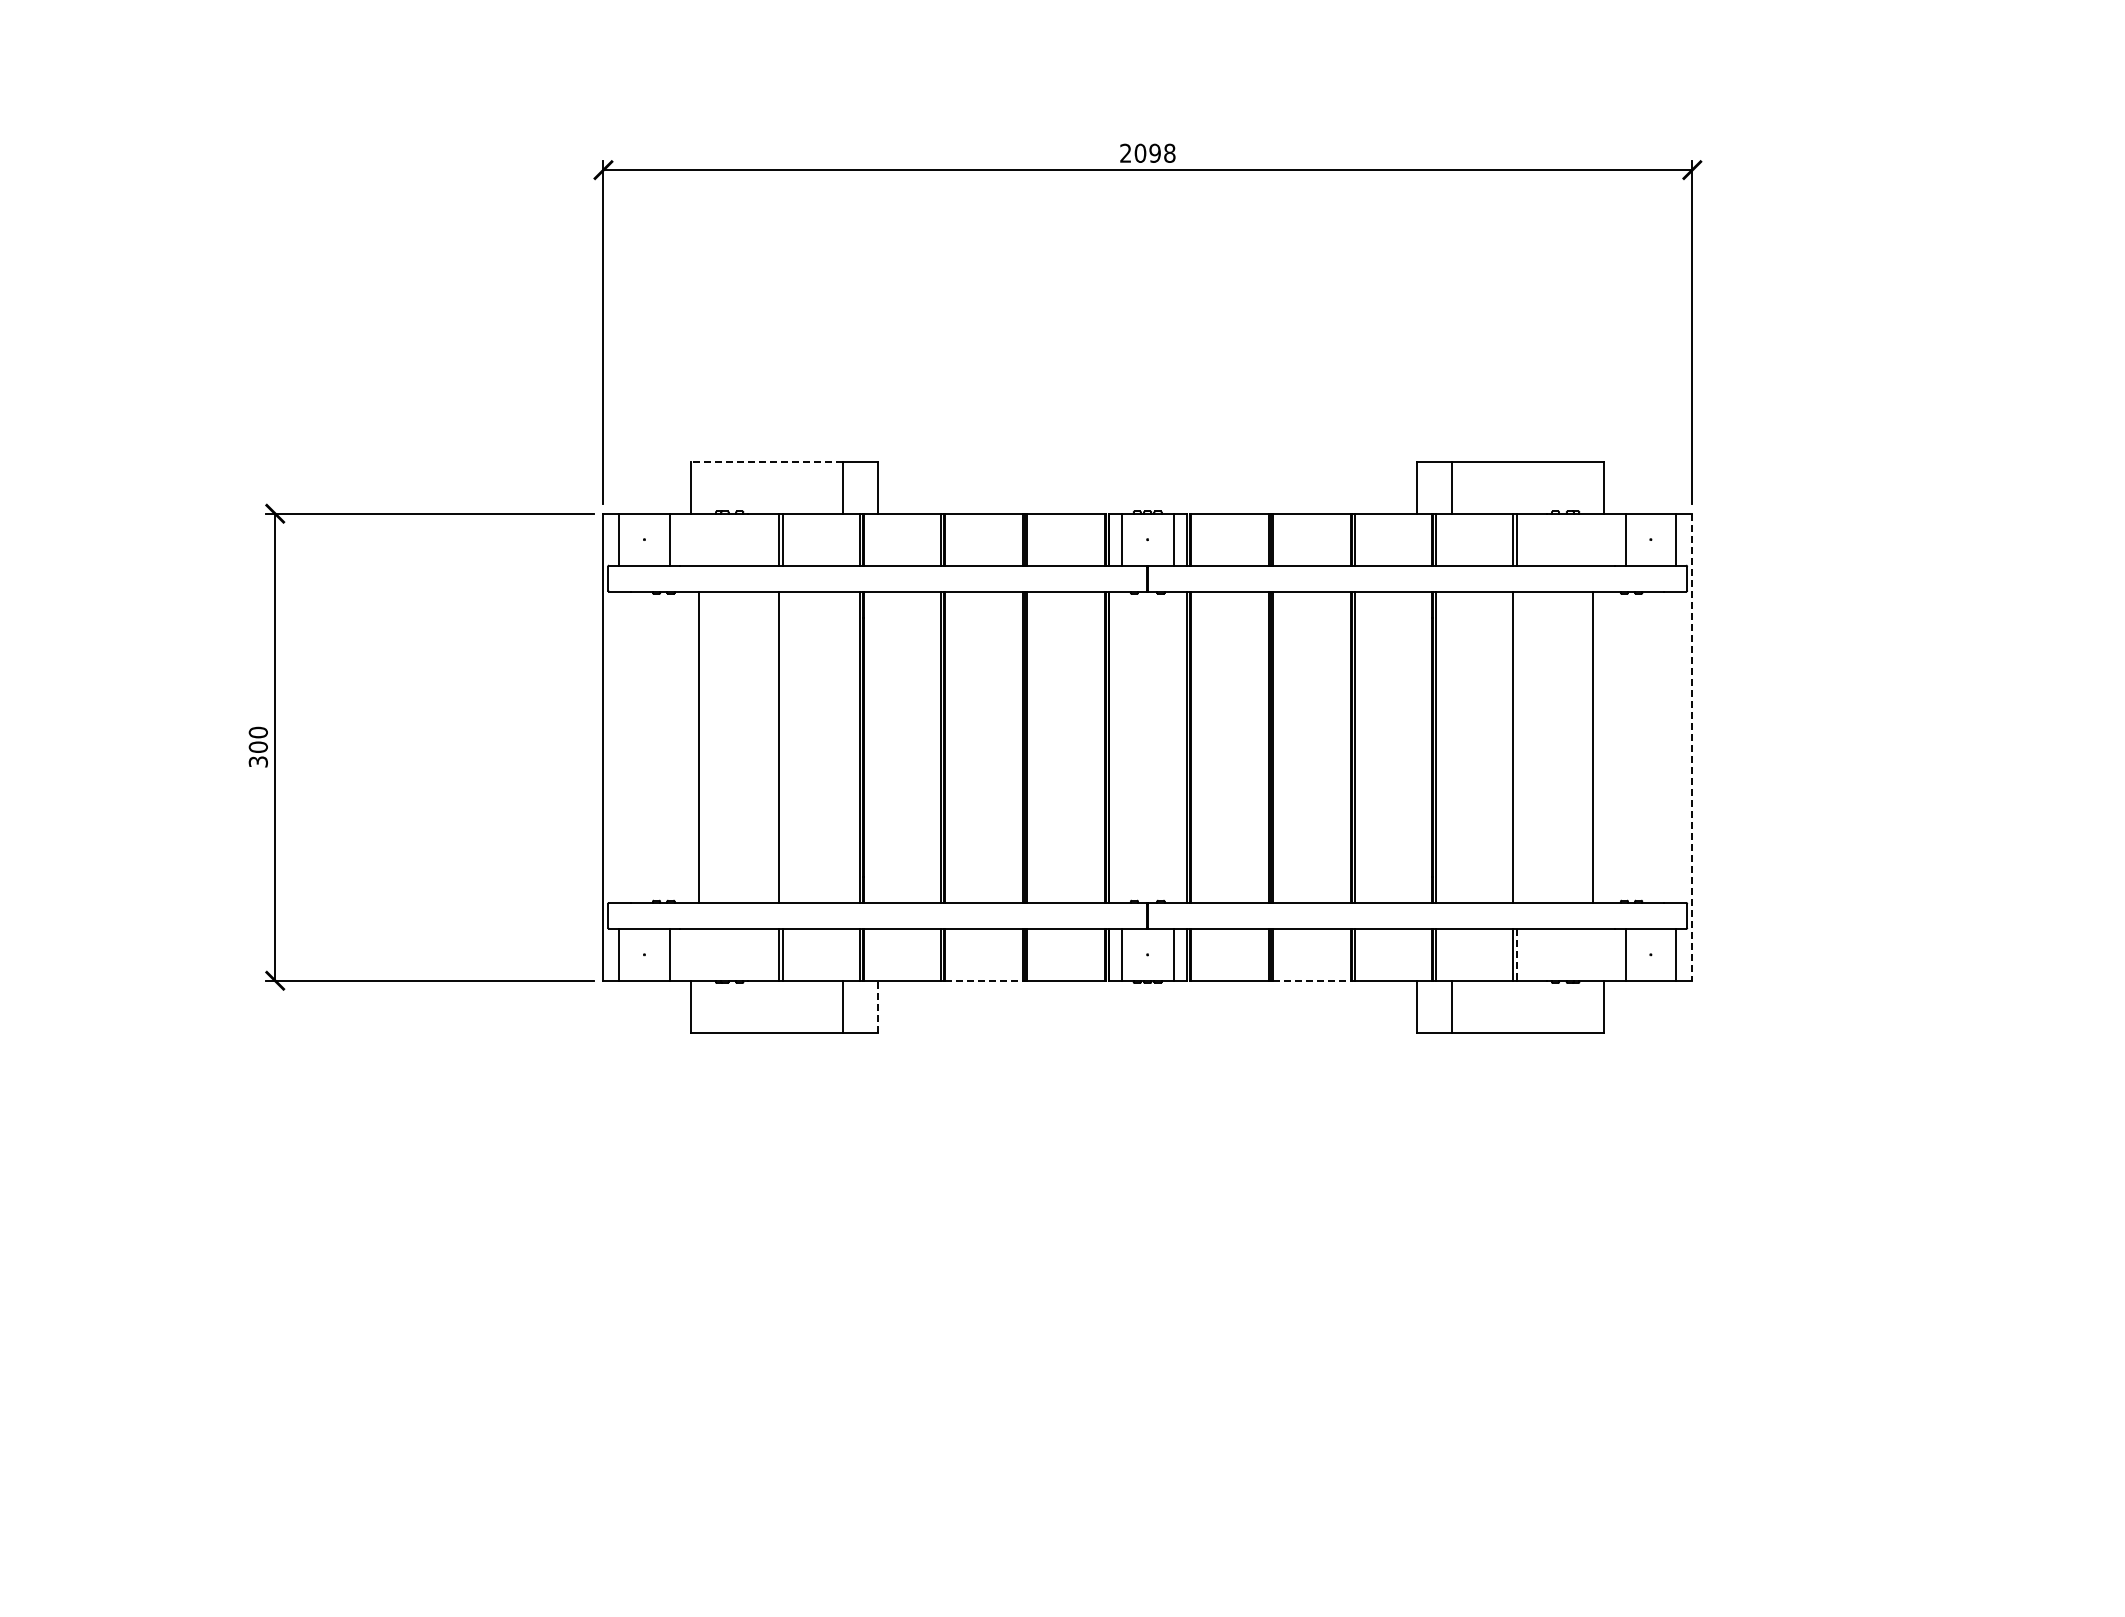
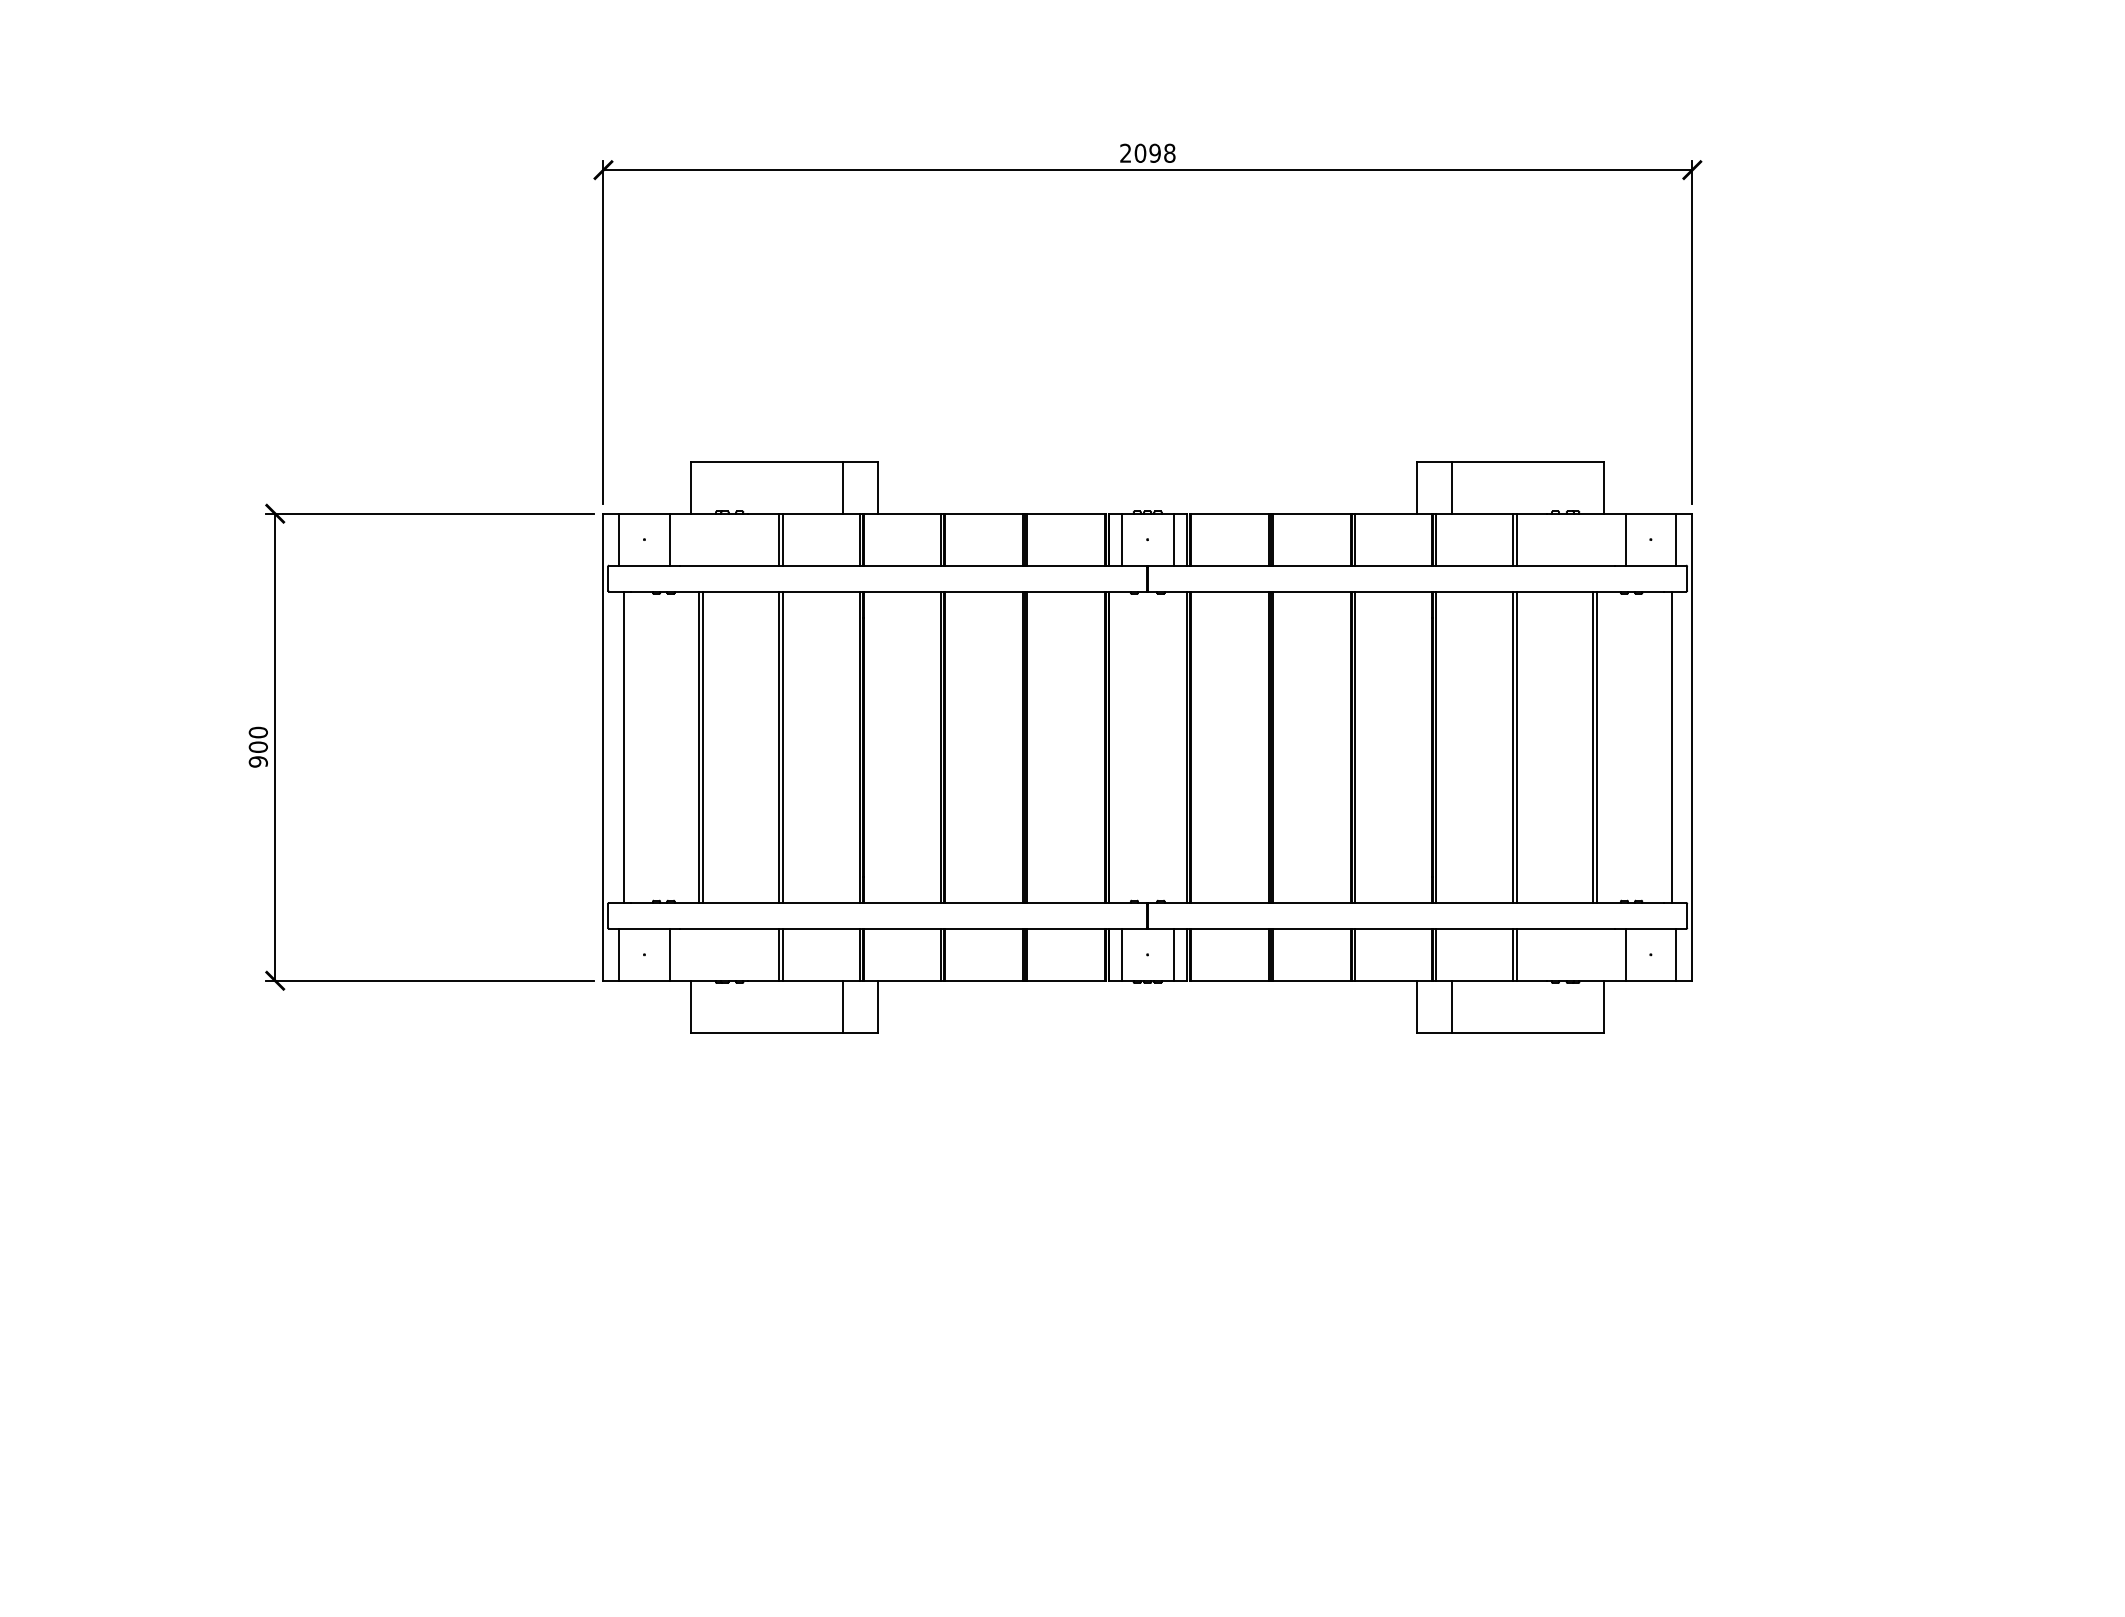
line at (767, 461): dashed -> solid
line at (623, 746): none -> present
line at (702, 746): none -> present
line at (783, 746): none -> present
line at (1517, 746): none -> present
line at (1597, 746): none -> present
line at (1672, 746): none -> present
line at (1692, 747): dashed -> solid
text at (257, 761): 300 -> 900
line at (1517, 954): dashed -> solid
line at (984, 980): dashed -> solid
line at (1311, 980): dashed -> solid
line at (877, 1006): dashed -> solid
